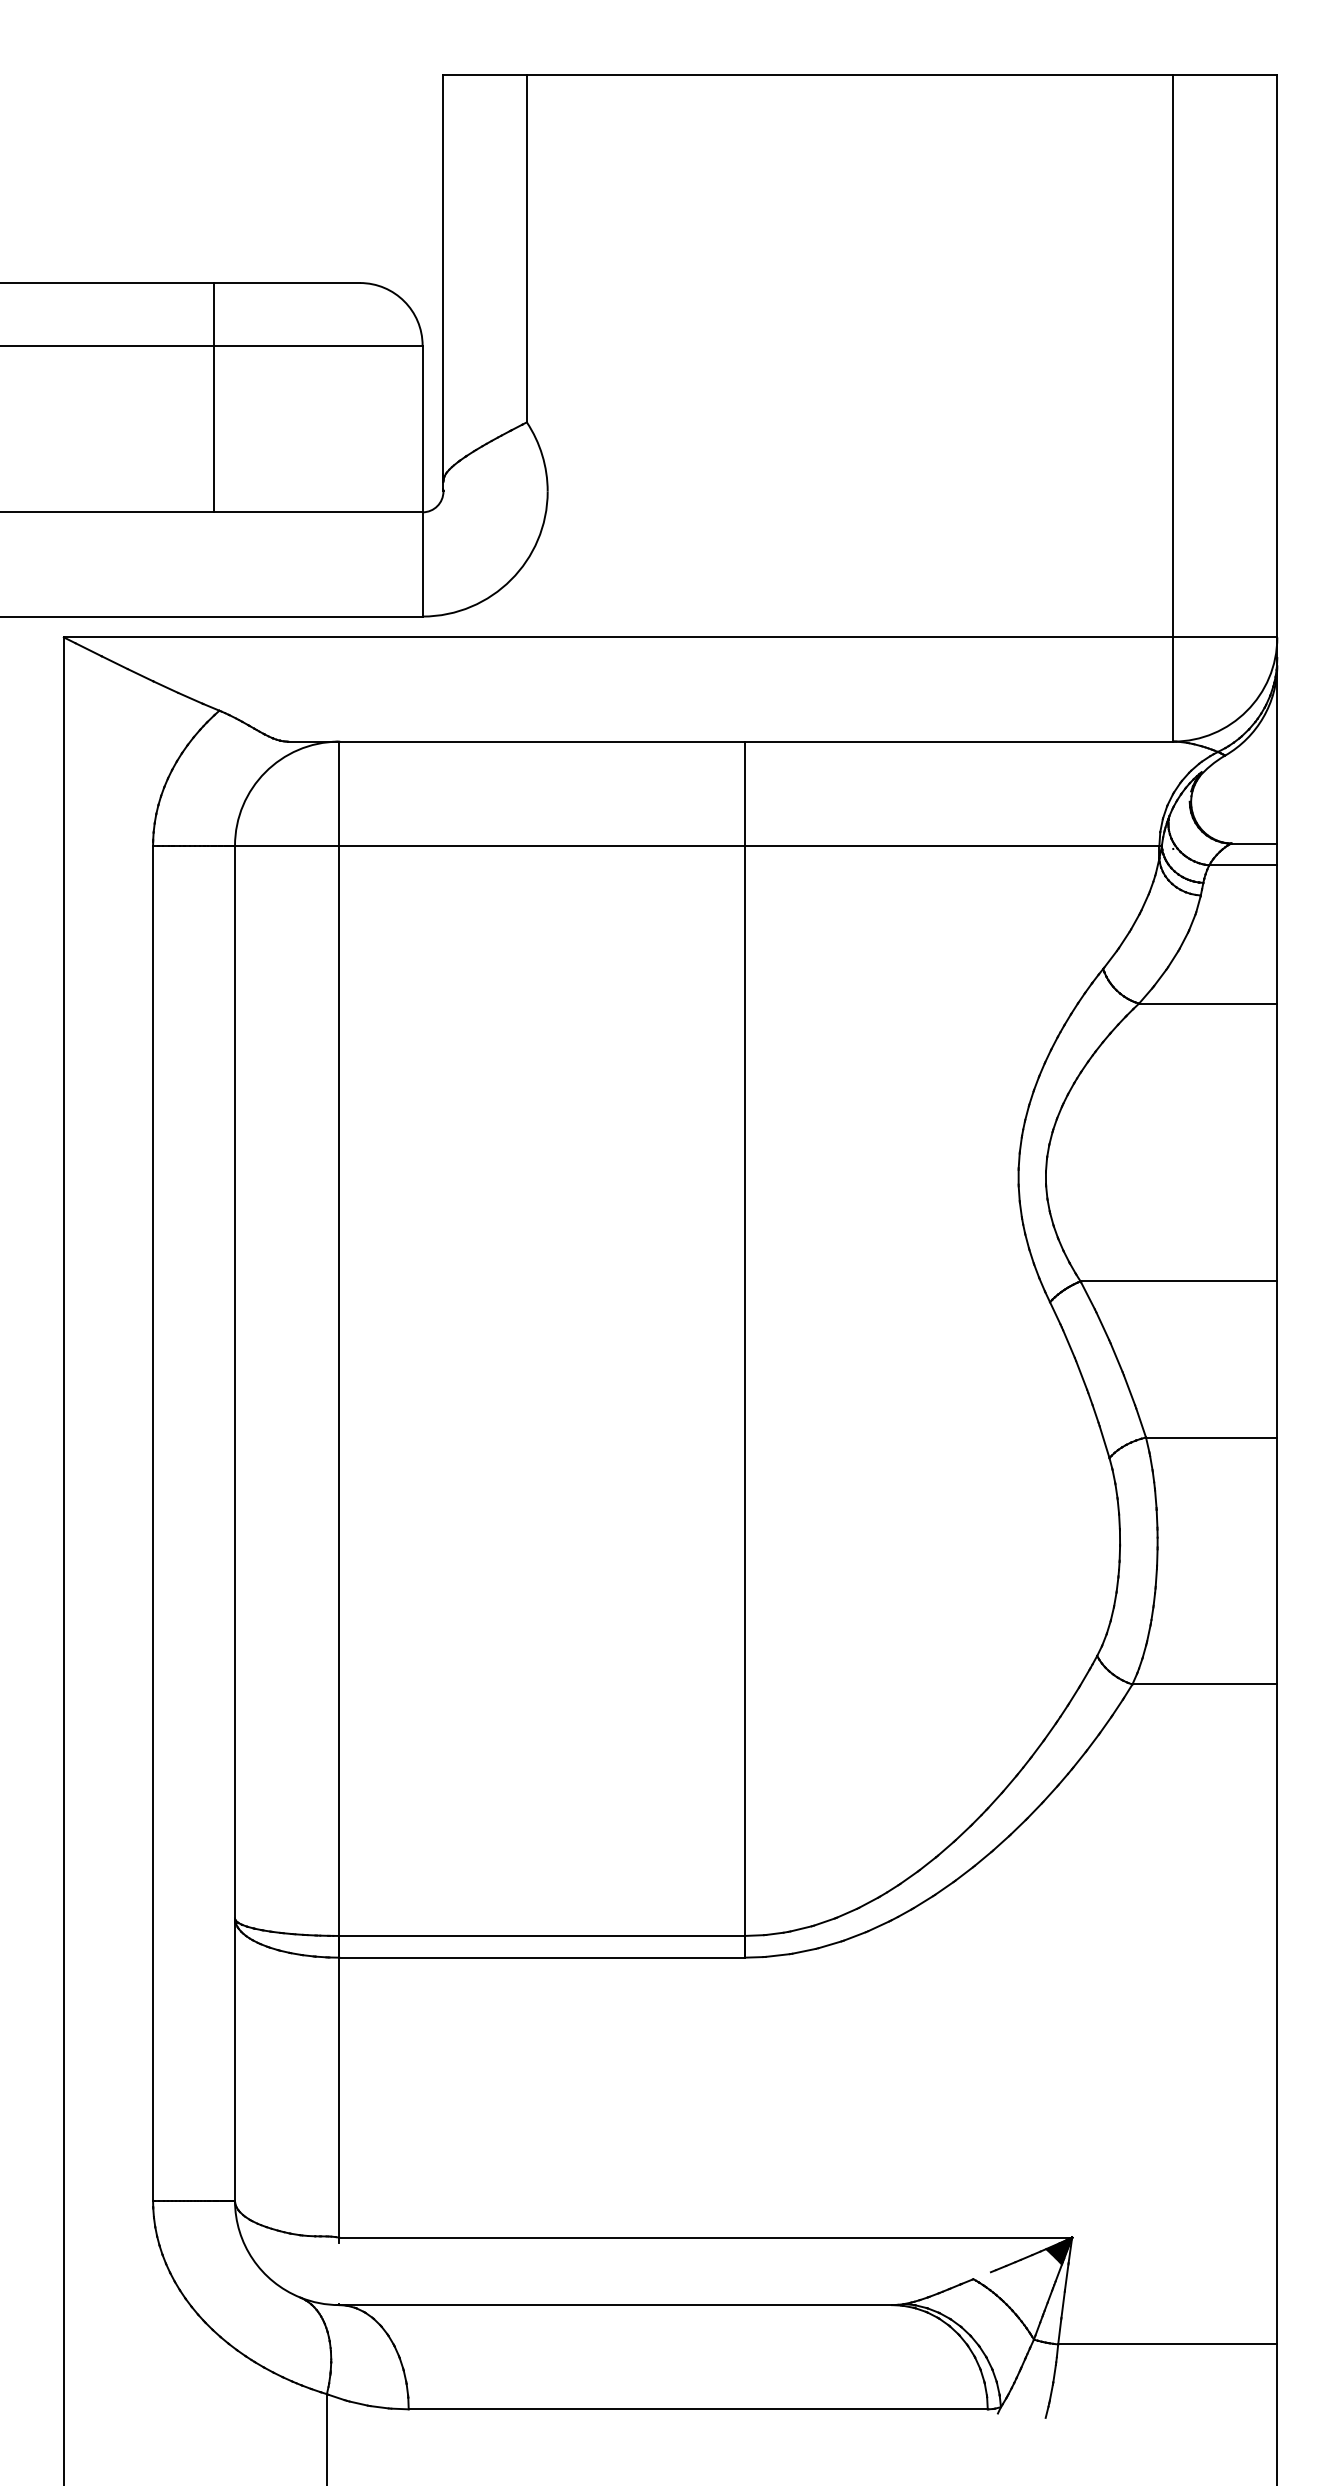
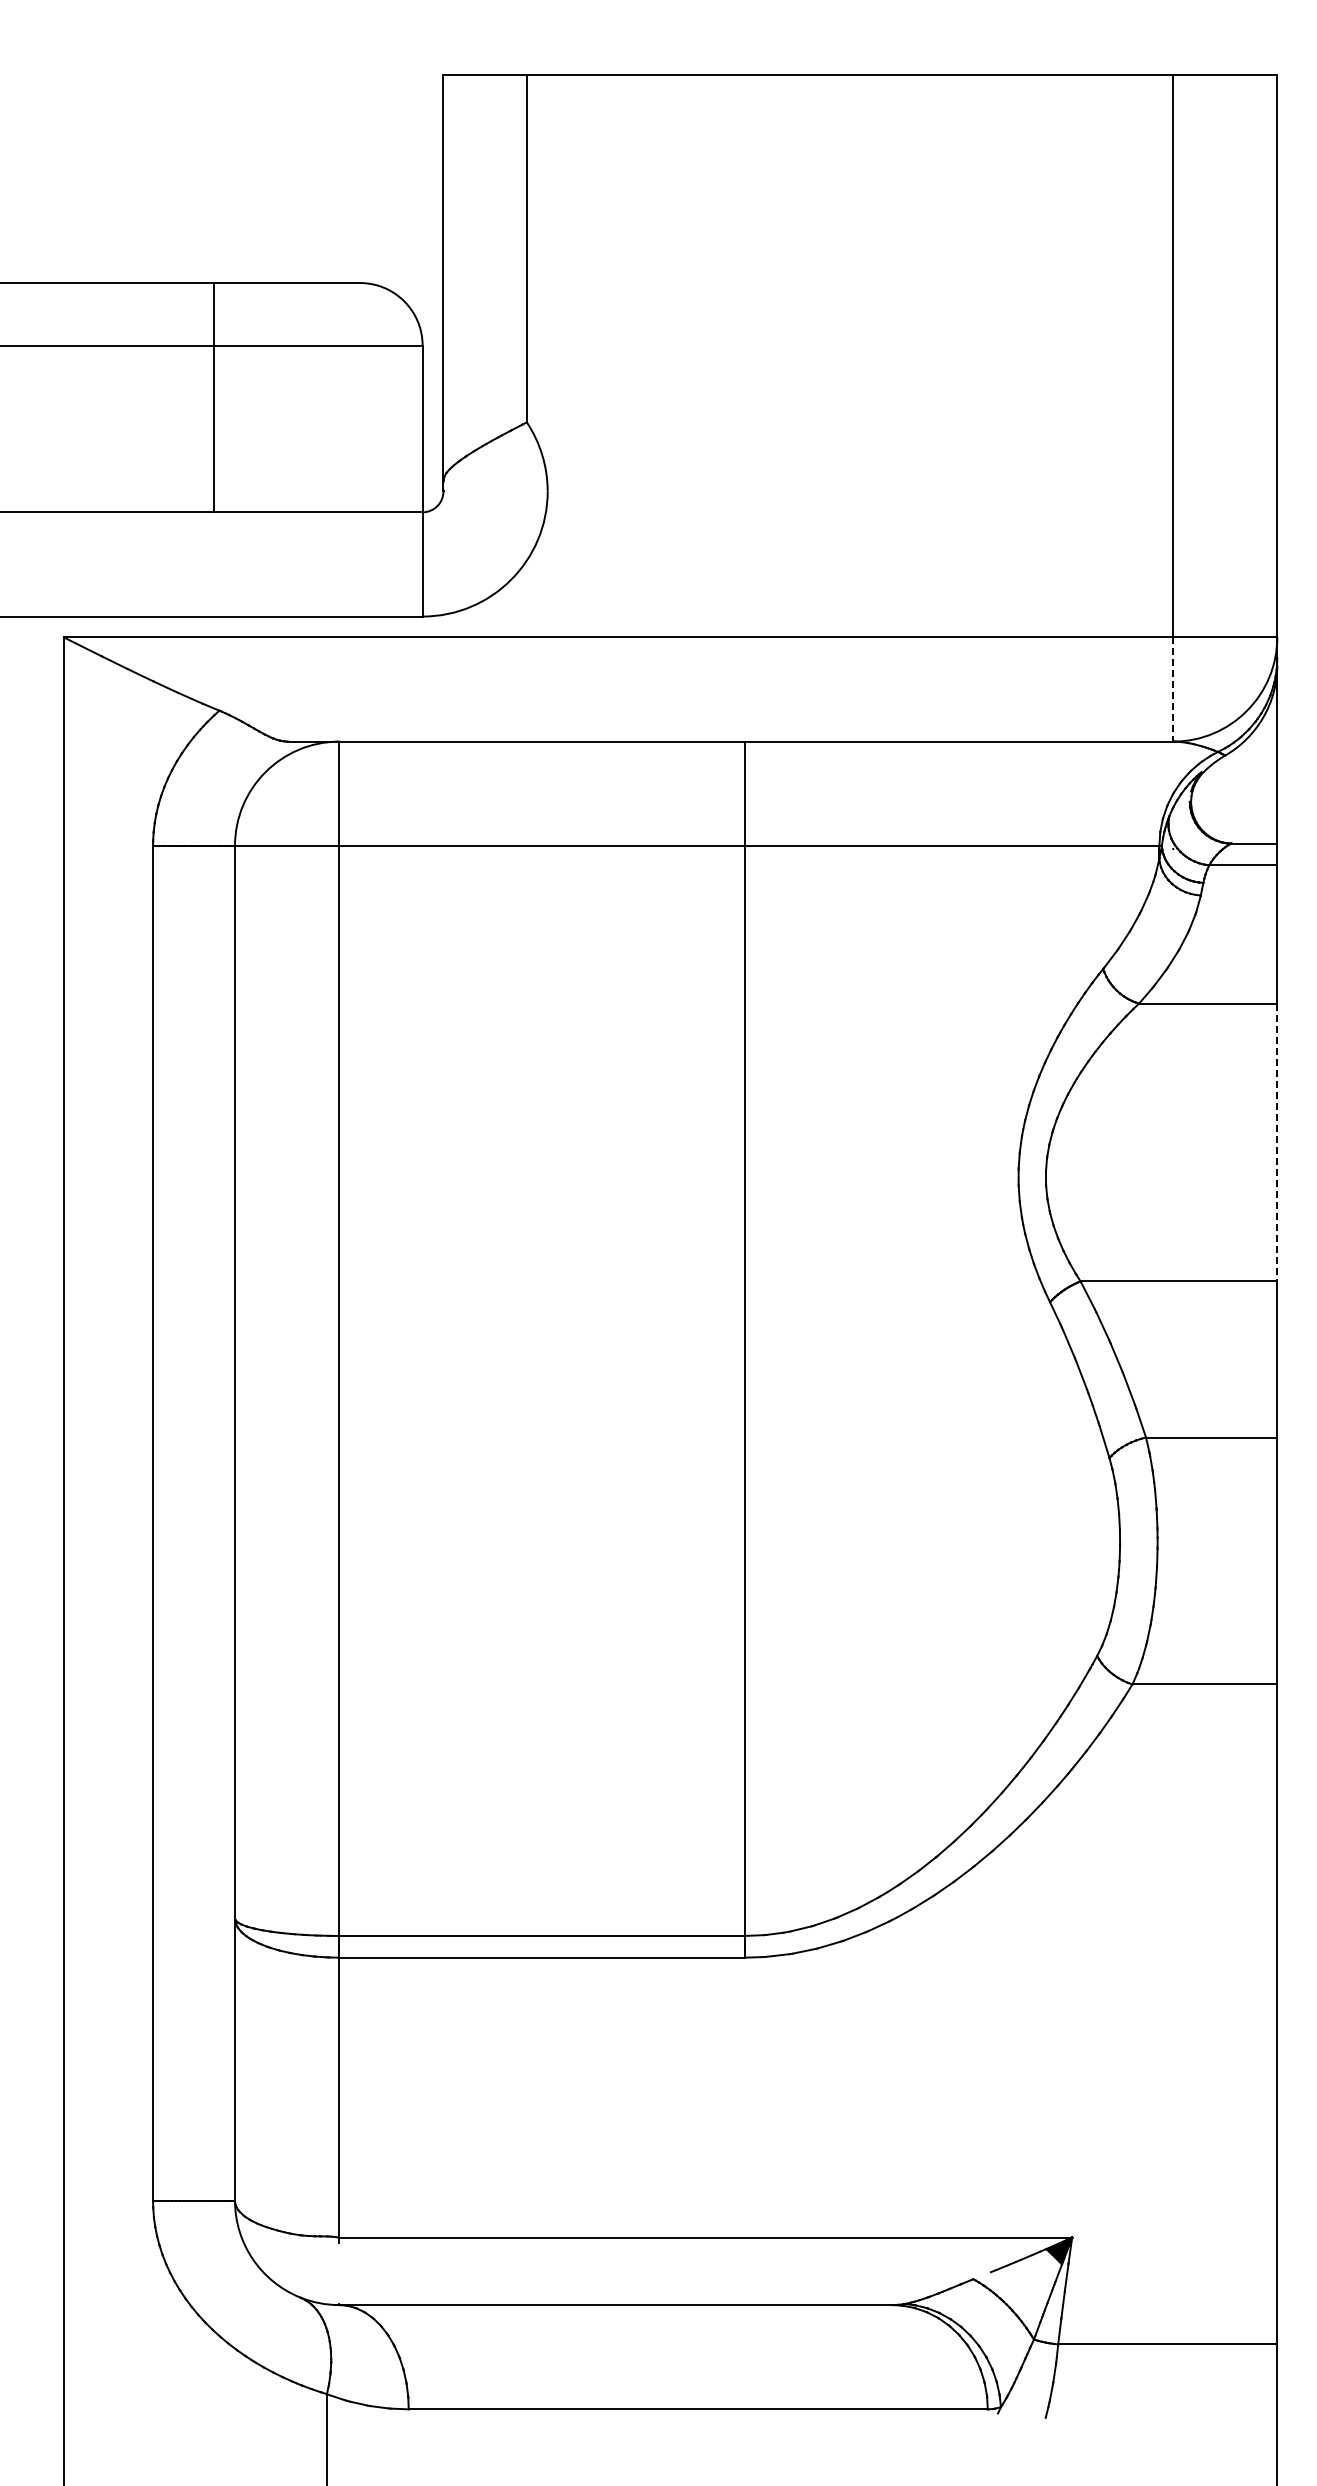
line at (1173, 689): solid -> dashed
line at (1277, 1142): solid -> dashed
